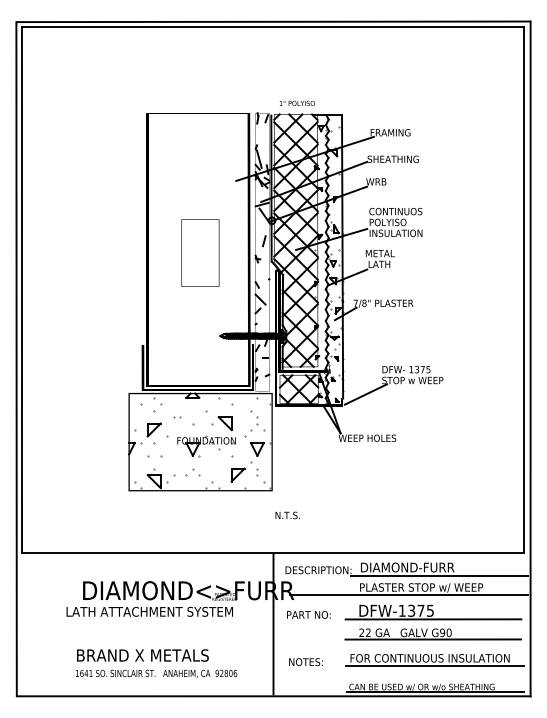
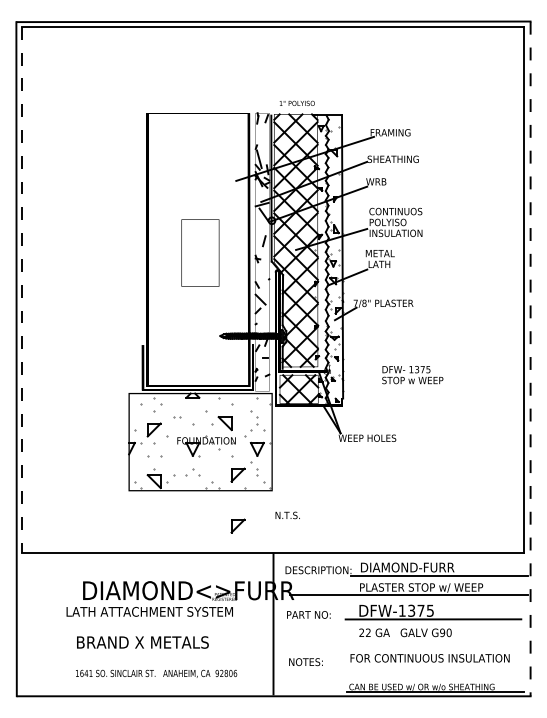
line at (21, 289): solid -> dashed
line at (530, 359): solid -> dashed
line at (365, 394): present -> none
part at (237, 525): none -> present
line at (433, 639): present -> none
text at (142, 655) position: (142, 655) -> (142, 642)
line at (434, 665): present -> none
